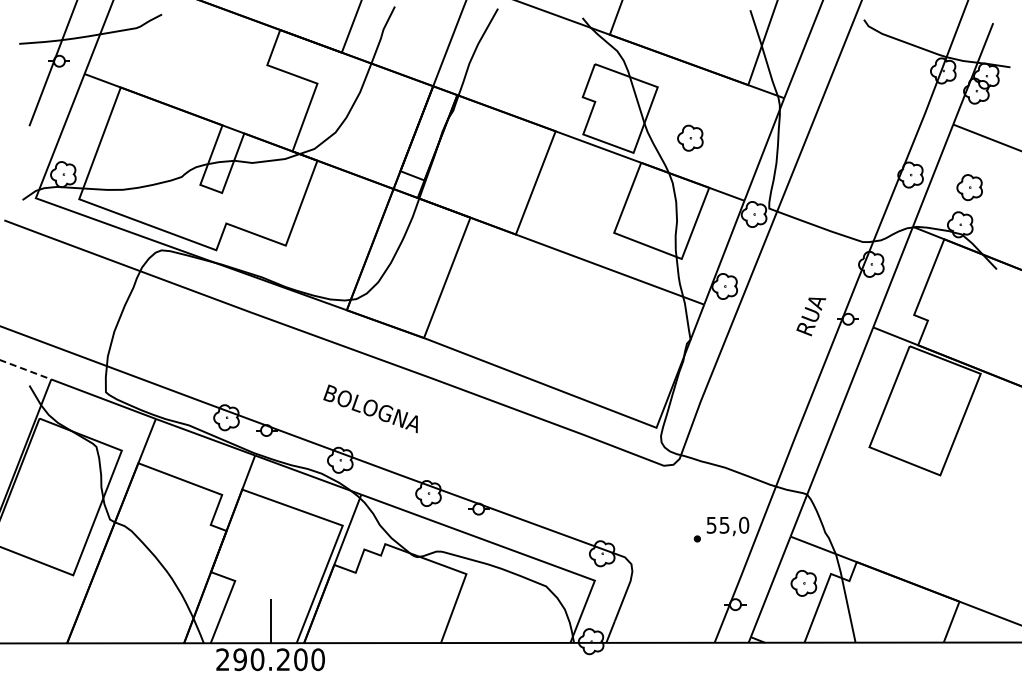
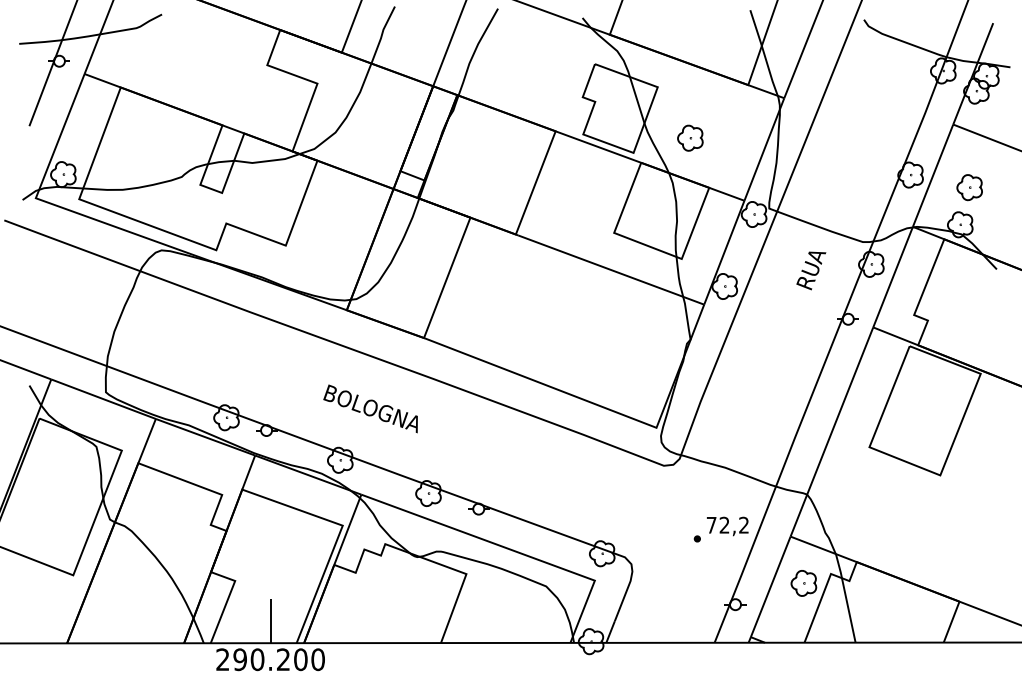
text at (811, 316) position: (811, 316) -> (811, 270)
line at (26, 369): dashed -> solid
text at (727, 524): 55,0 -> 72,2
